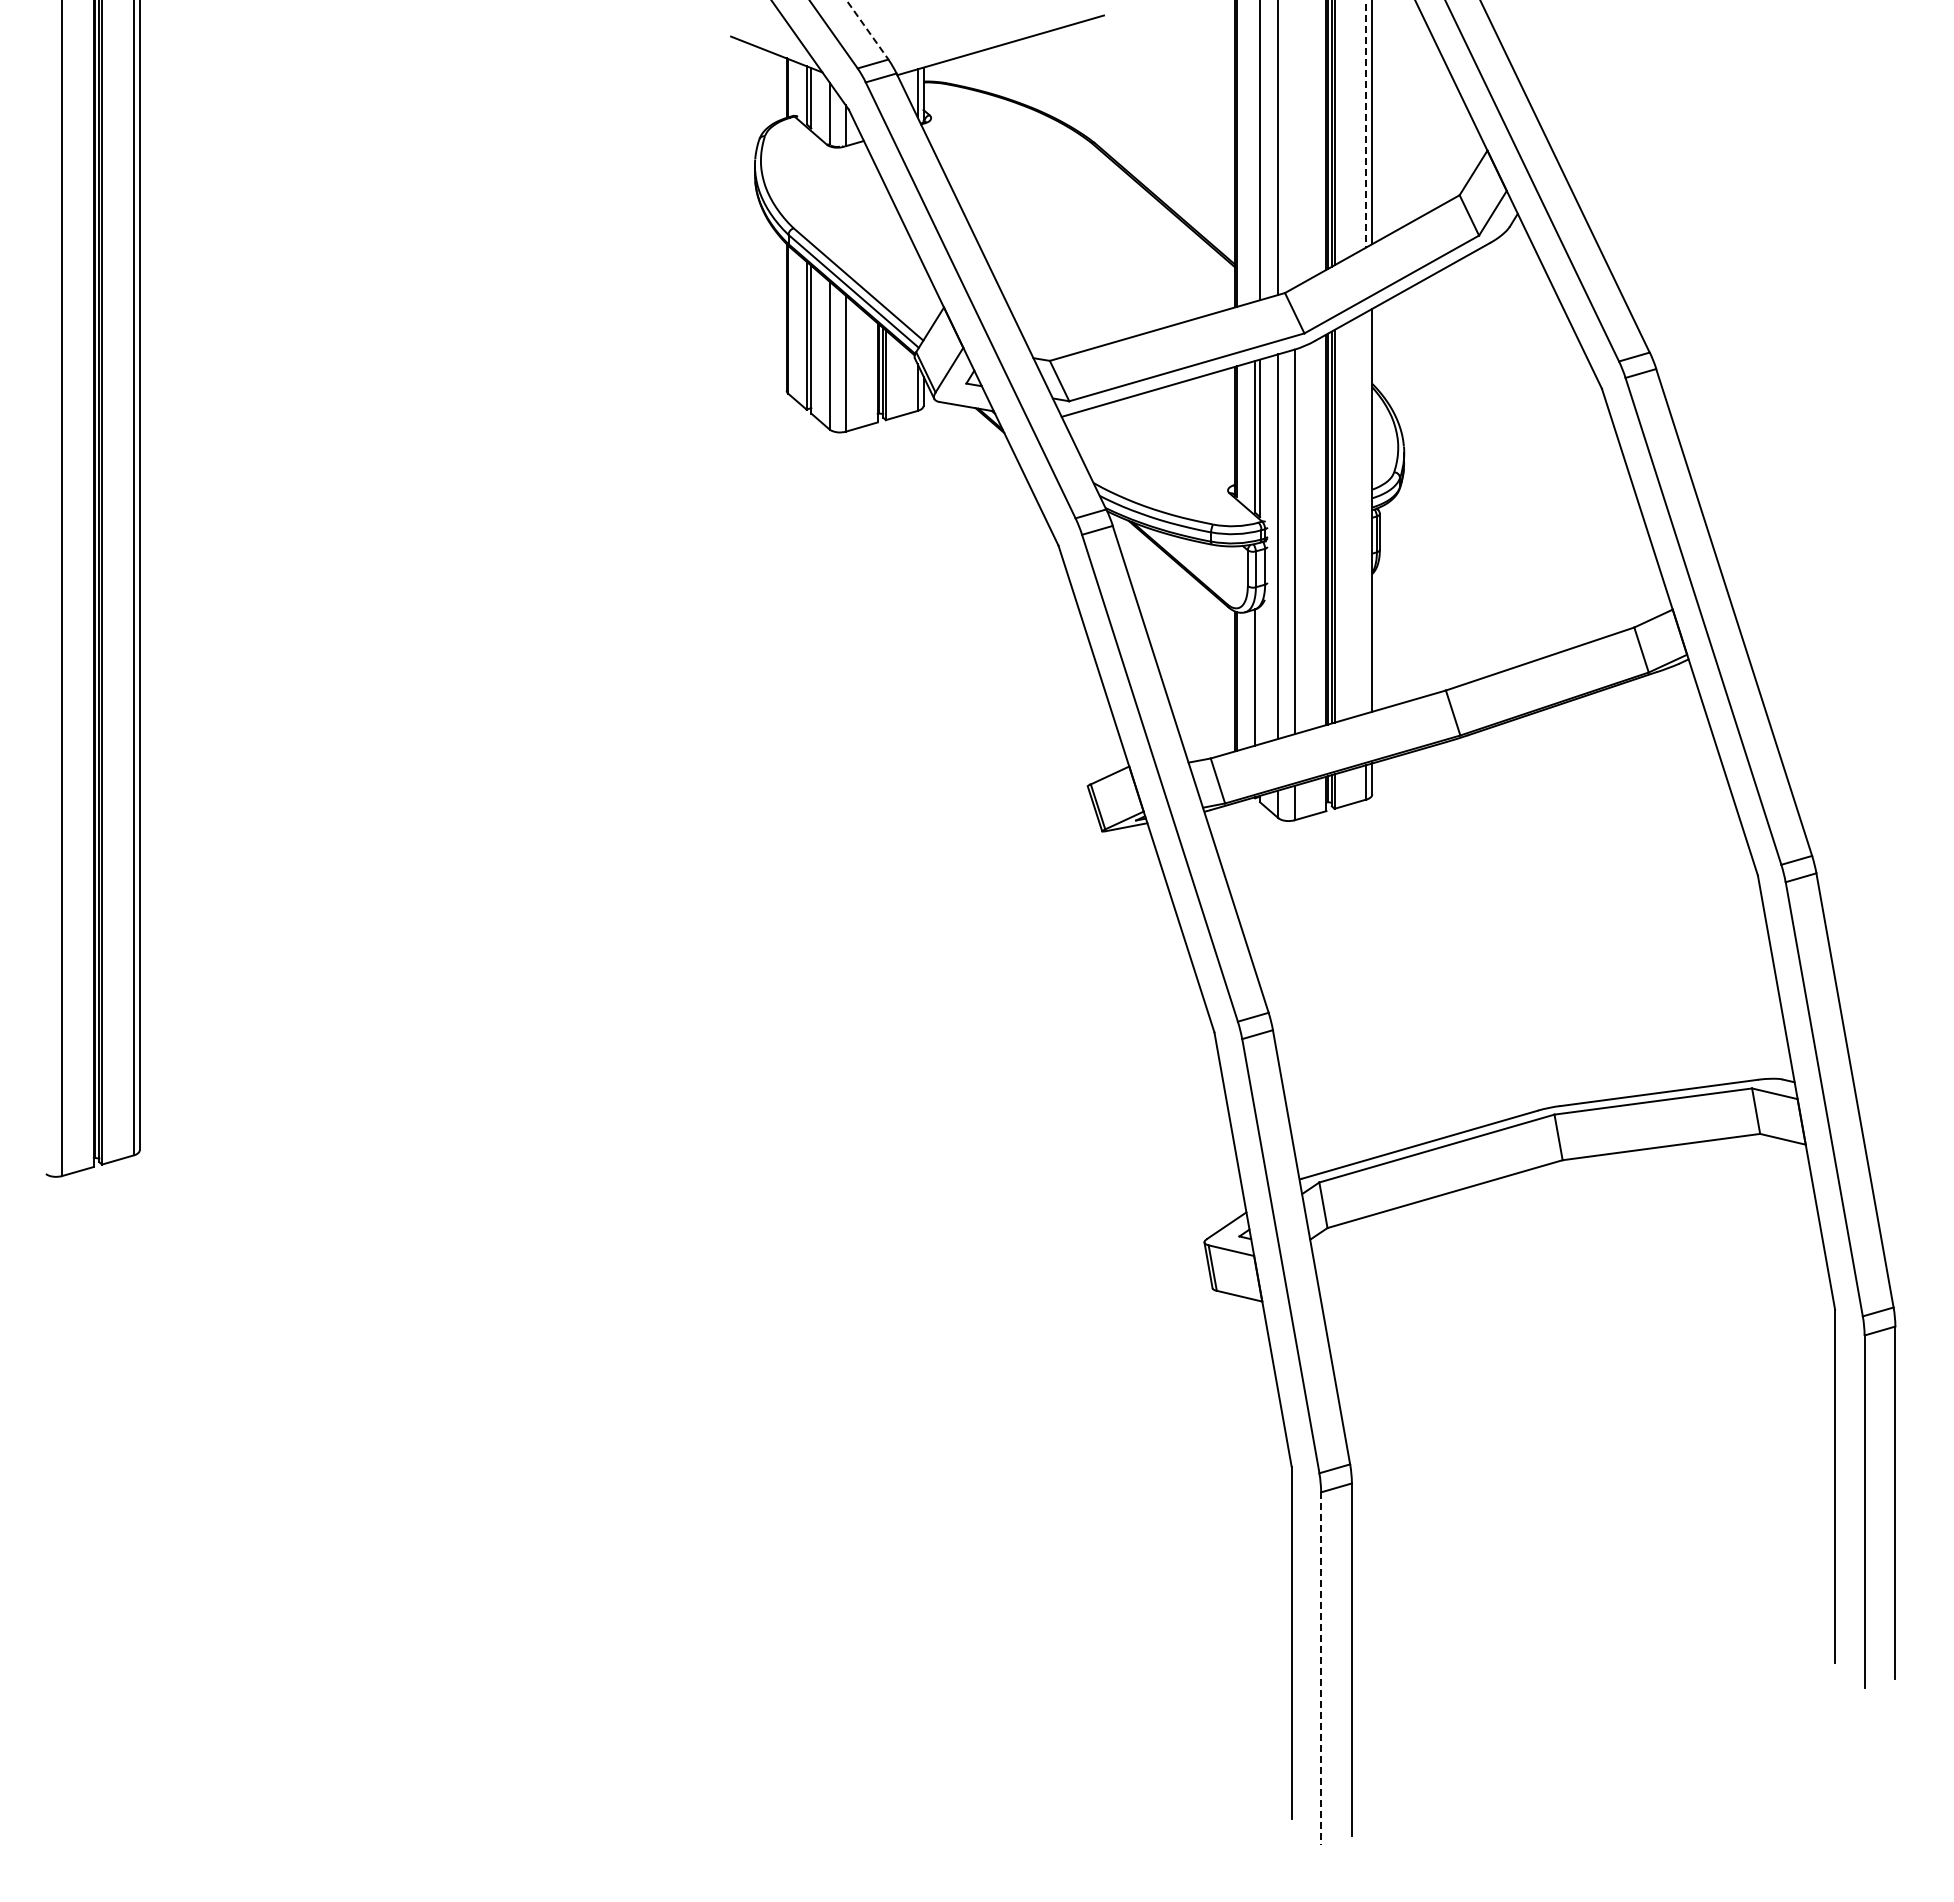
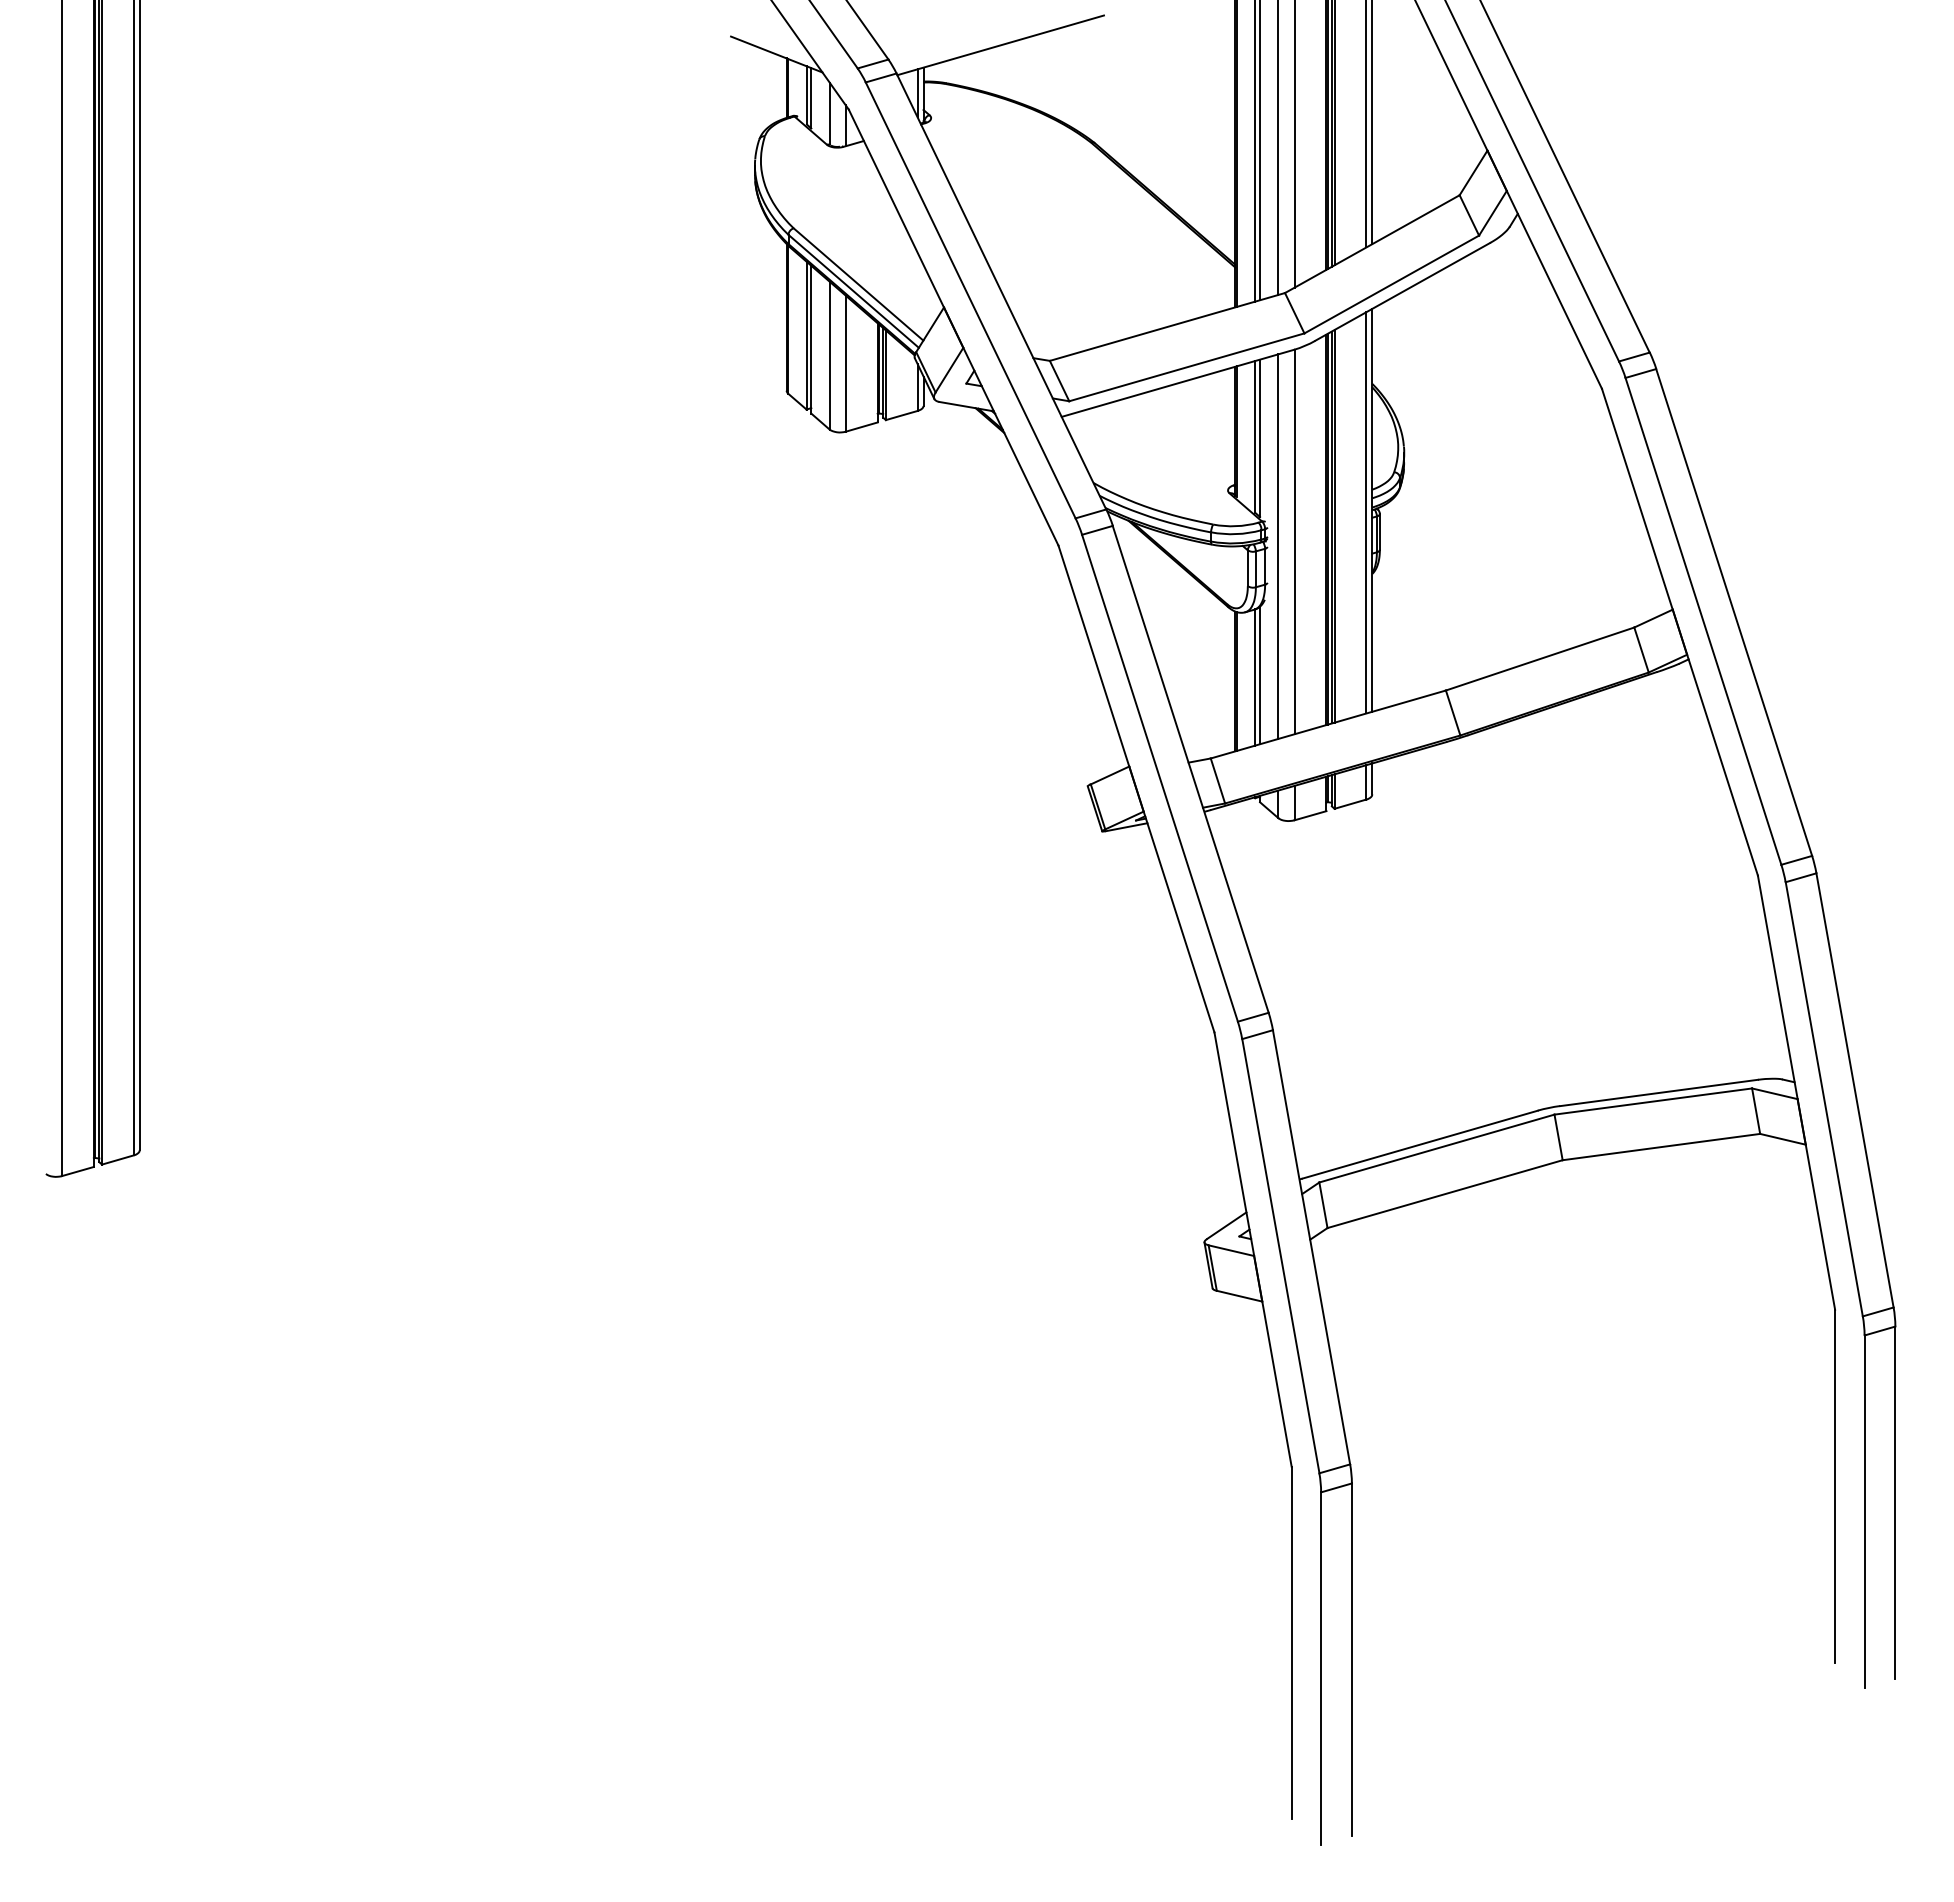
line at (867, 30): dashed -> solid
line at (1366, 123): dashed -> solid
line at (1294, 144): none -> present
line at (1255, 151): none -> present
line at (1366, 512): none -> present
line at (1260, 675): none -> present
line at (1321, 1669): dashed -> solid
